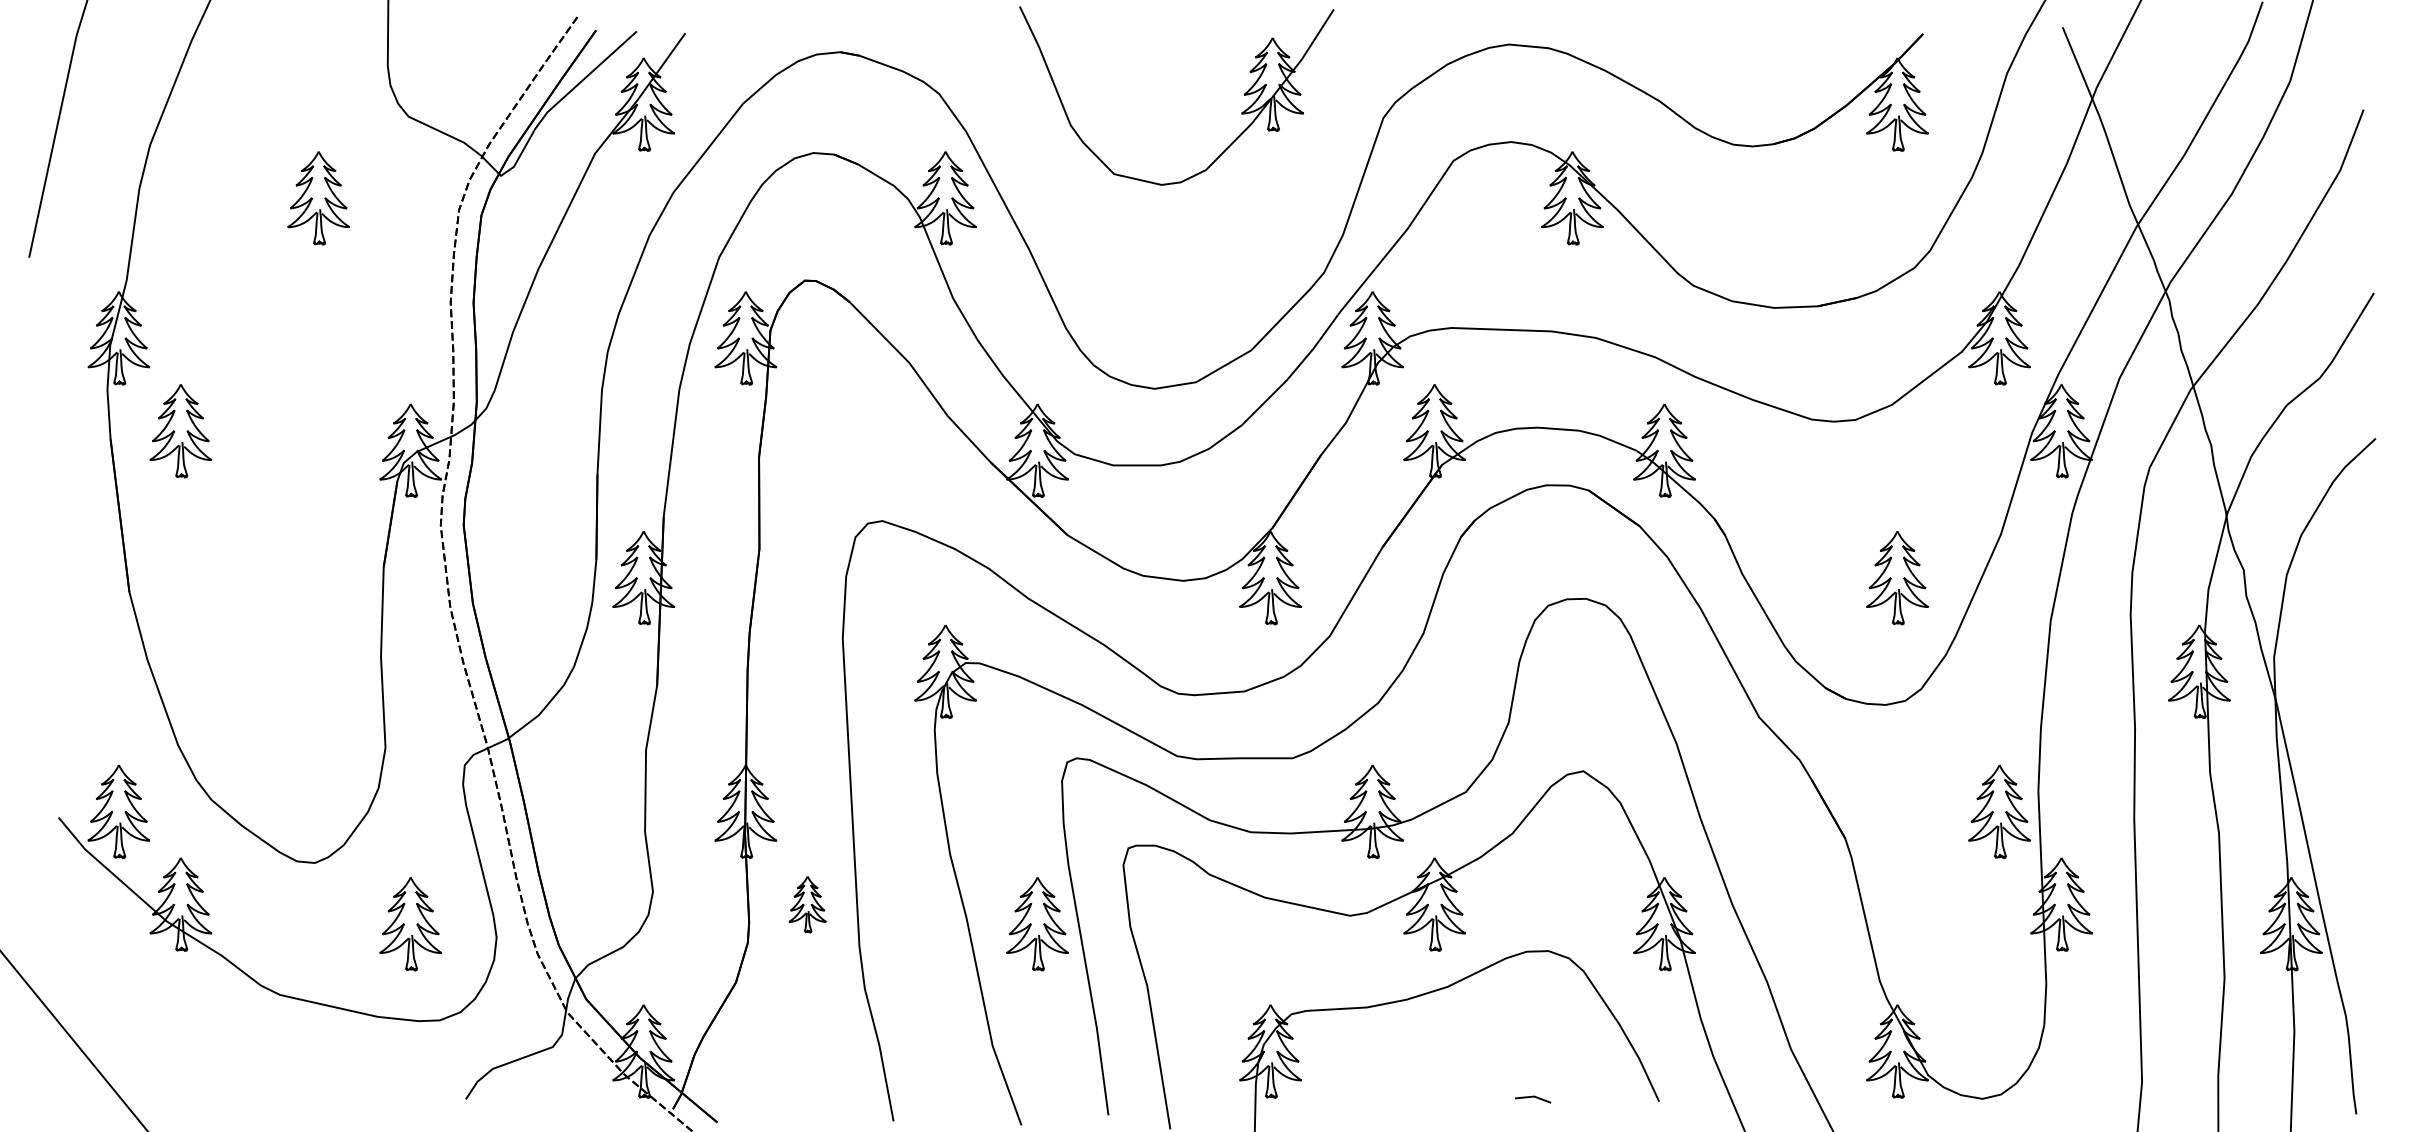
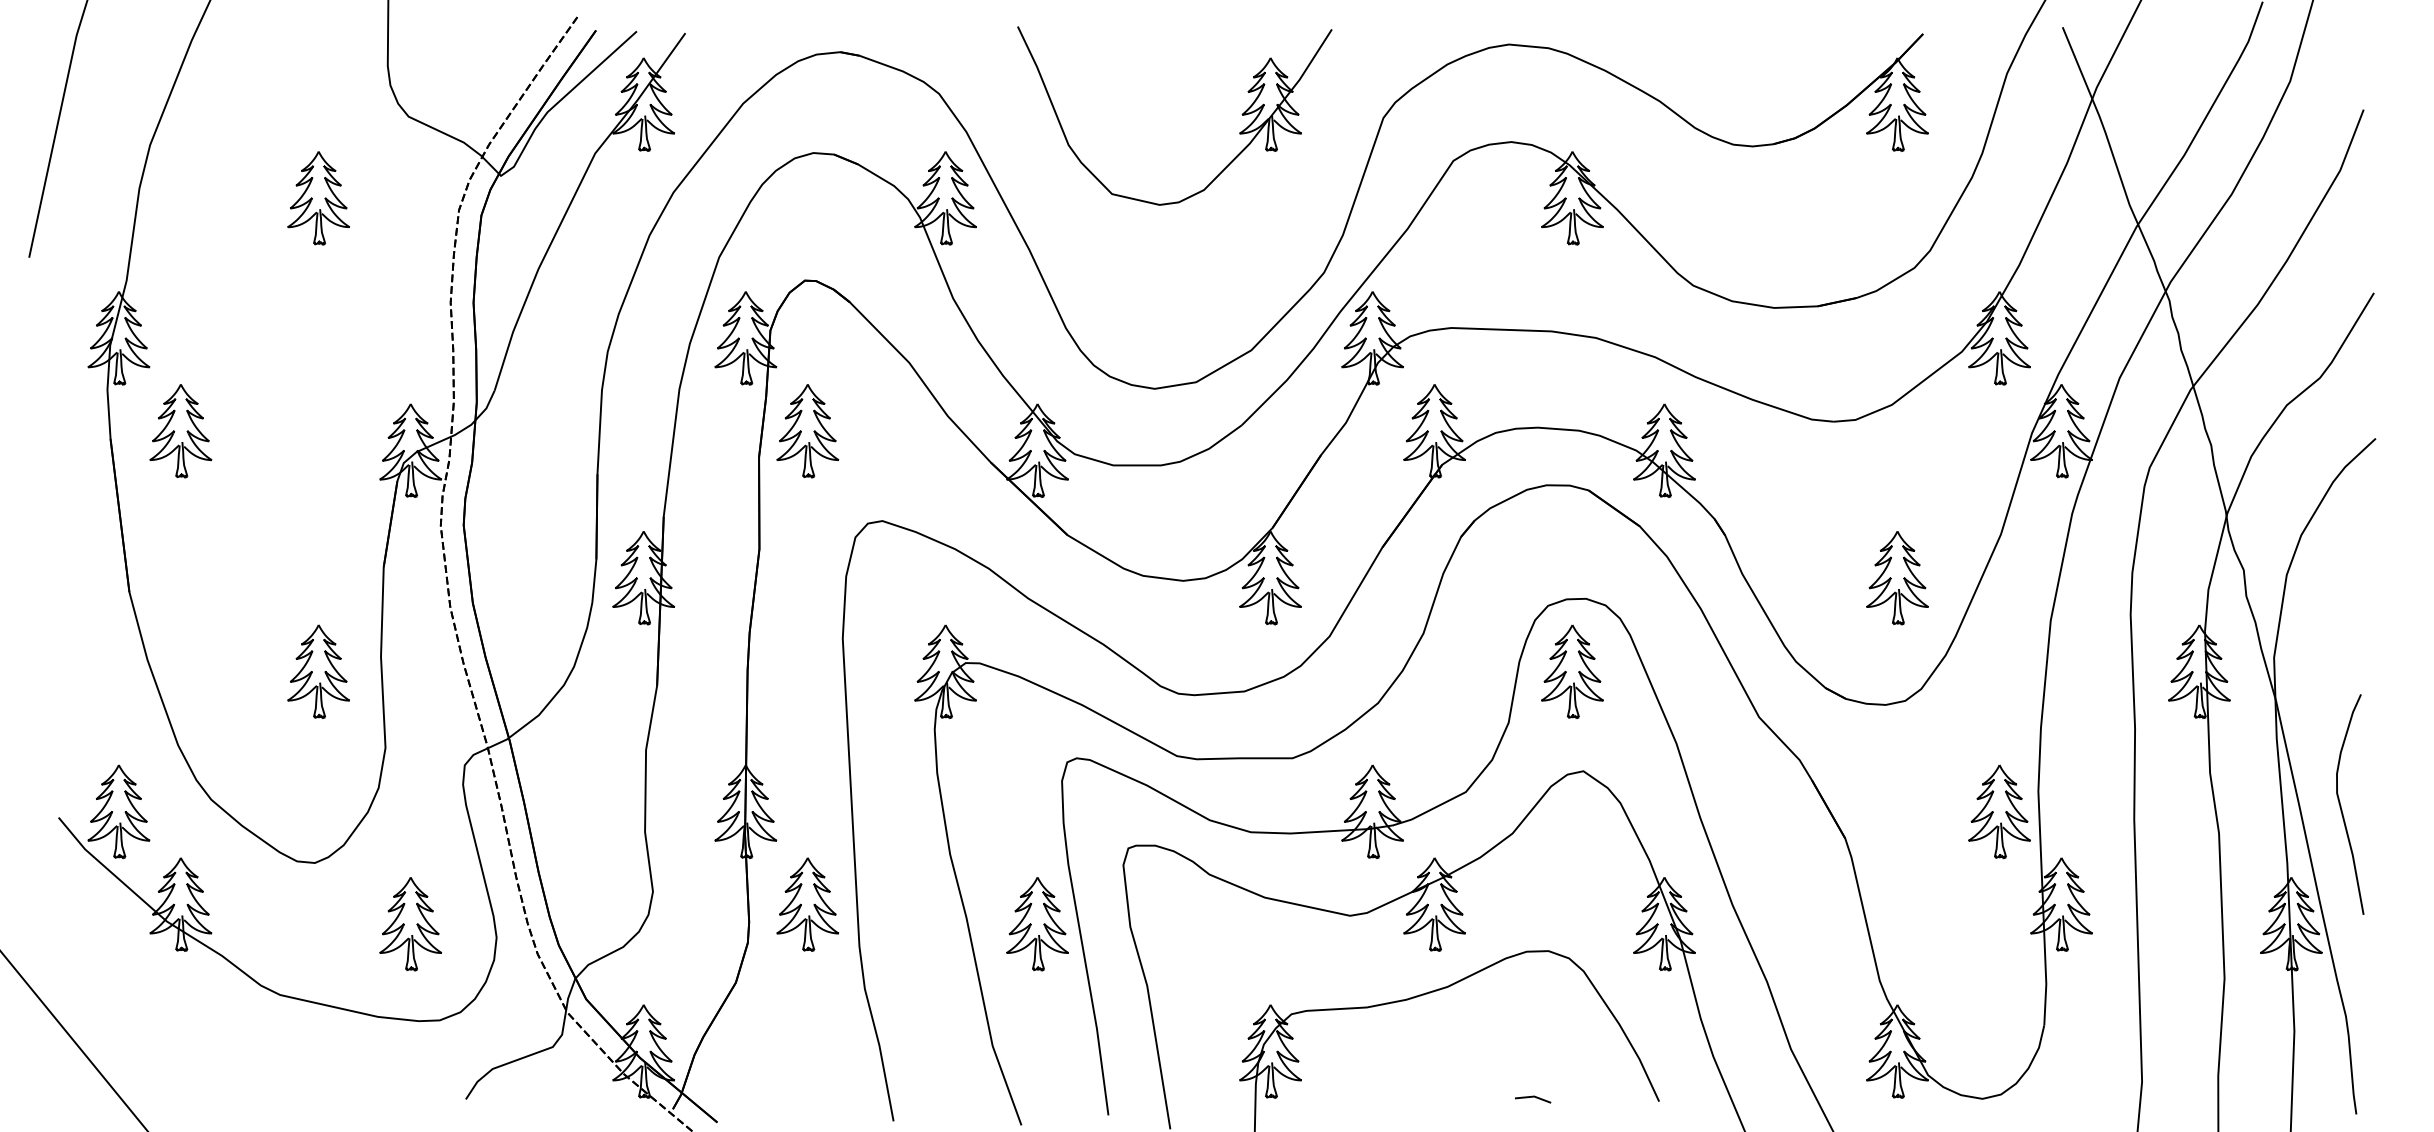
part at (1243, 94) position: (1243, 94) -> (1241, 114)
part at (807, 431): none -> present
part at (318, 671): none -> present
part at (1572, 671): none -> present
curve at (2341, 805): none -> present
part at (807, 904) size: 39x58 px -> 63x95 px
